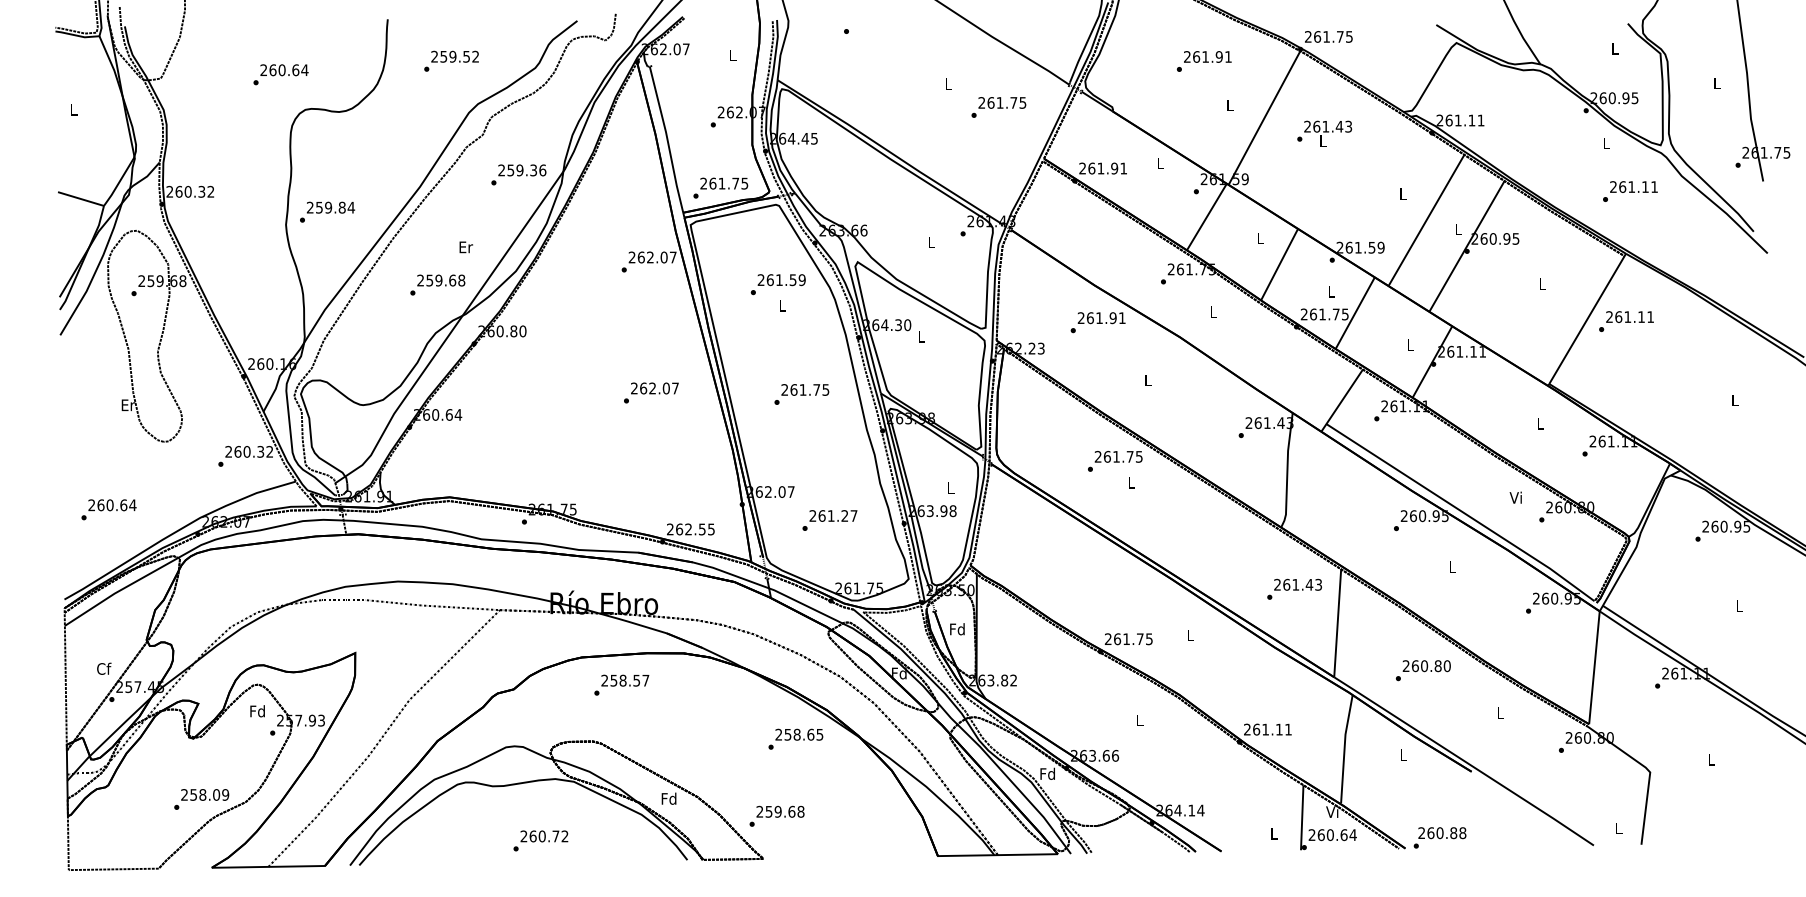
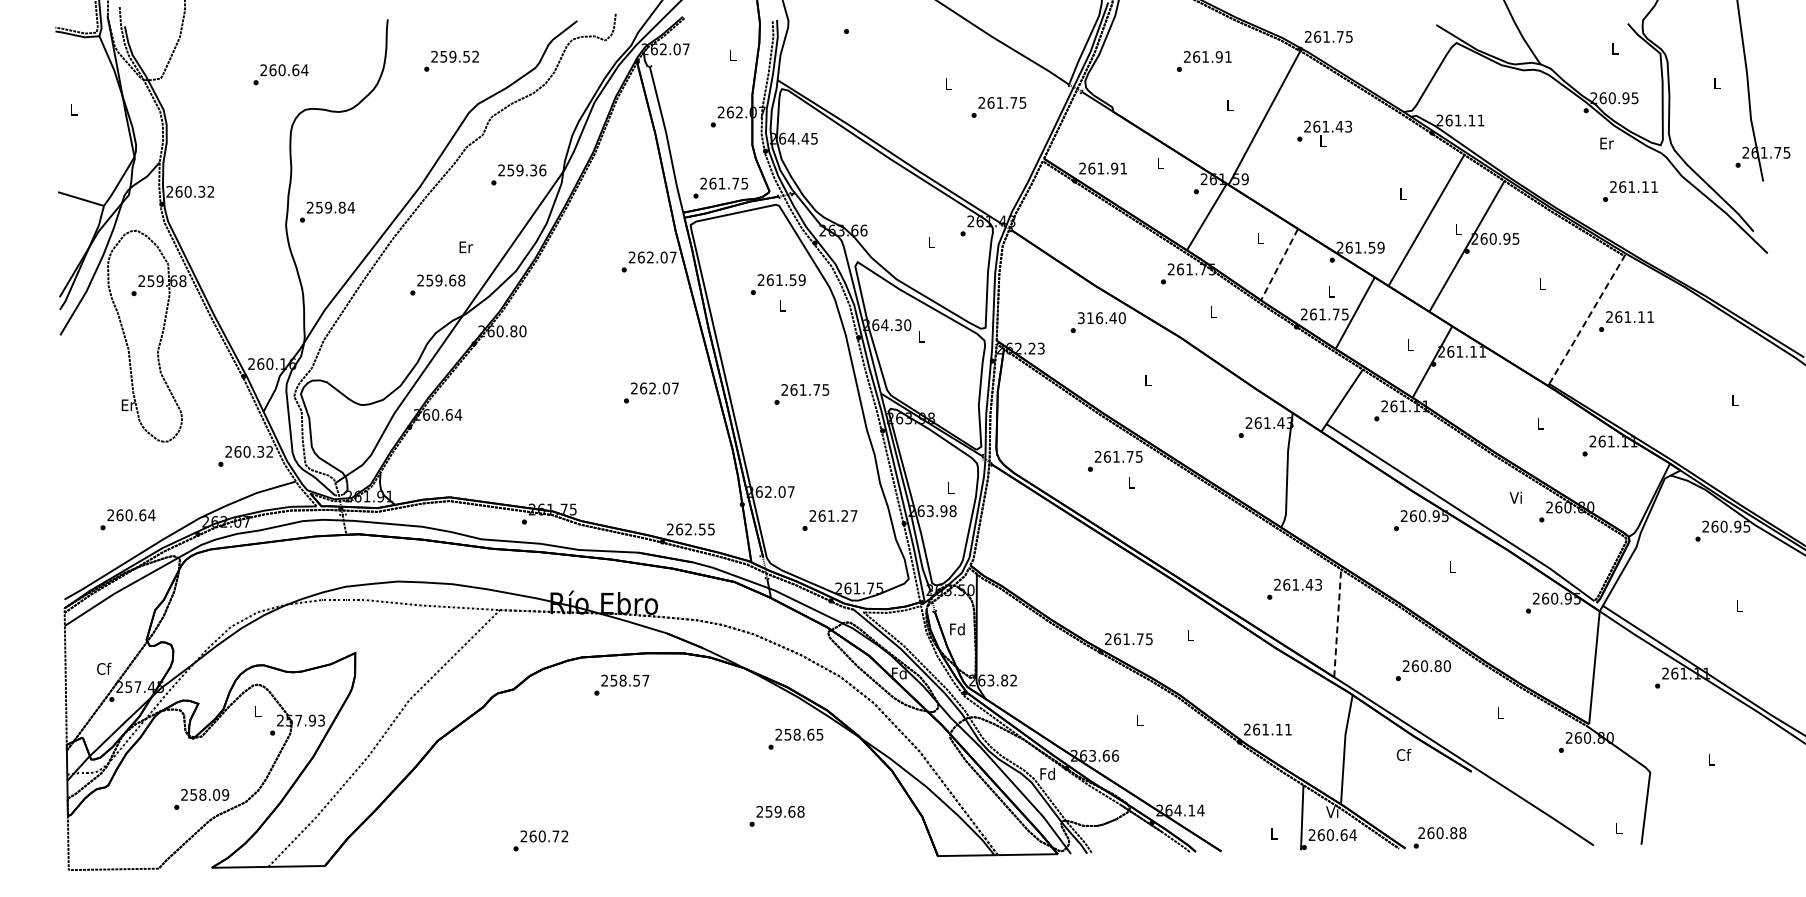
text at (1606, 143): L -> Er
line at (1279, 265): solid -> dashed
text at (1101, 318): 261.91 -> 316.40
line at (1587, 318): solid -> dashed
text at (108, 509) position: (108, 509) -> (127, 519)
line at (1337, 622): solid -> dashed
text at (257, 711): Fd -> L
text at (1403, 754): L -> Cf
part at (556, 780): present -> none
